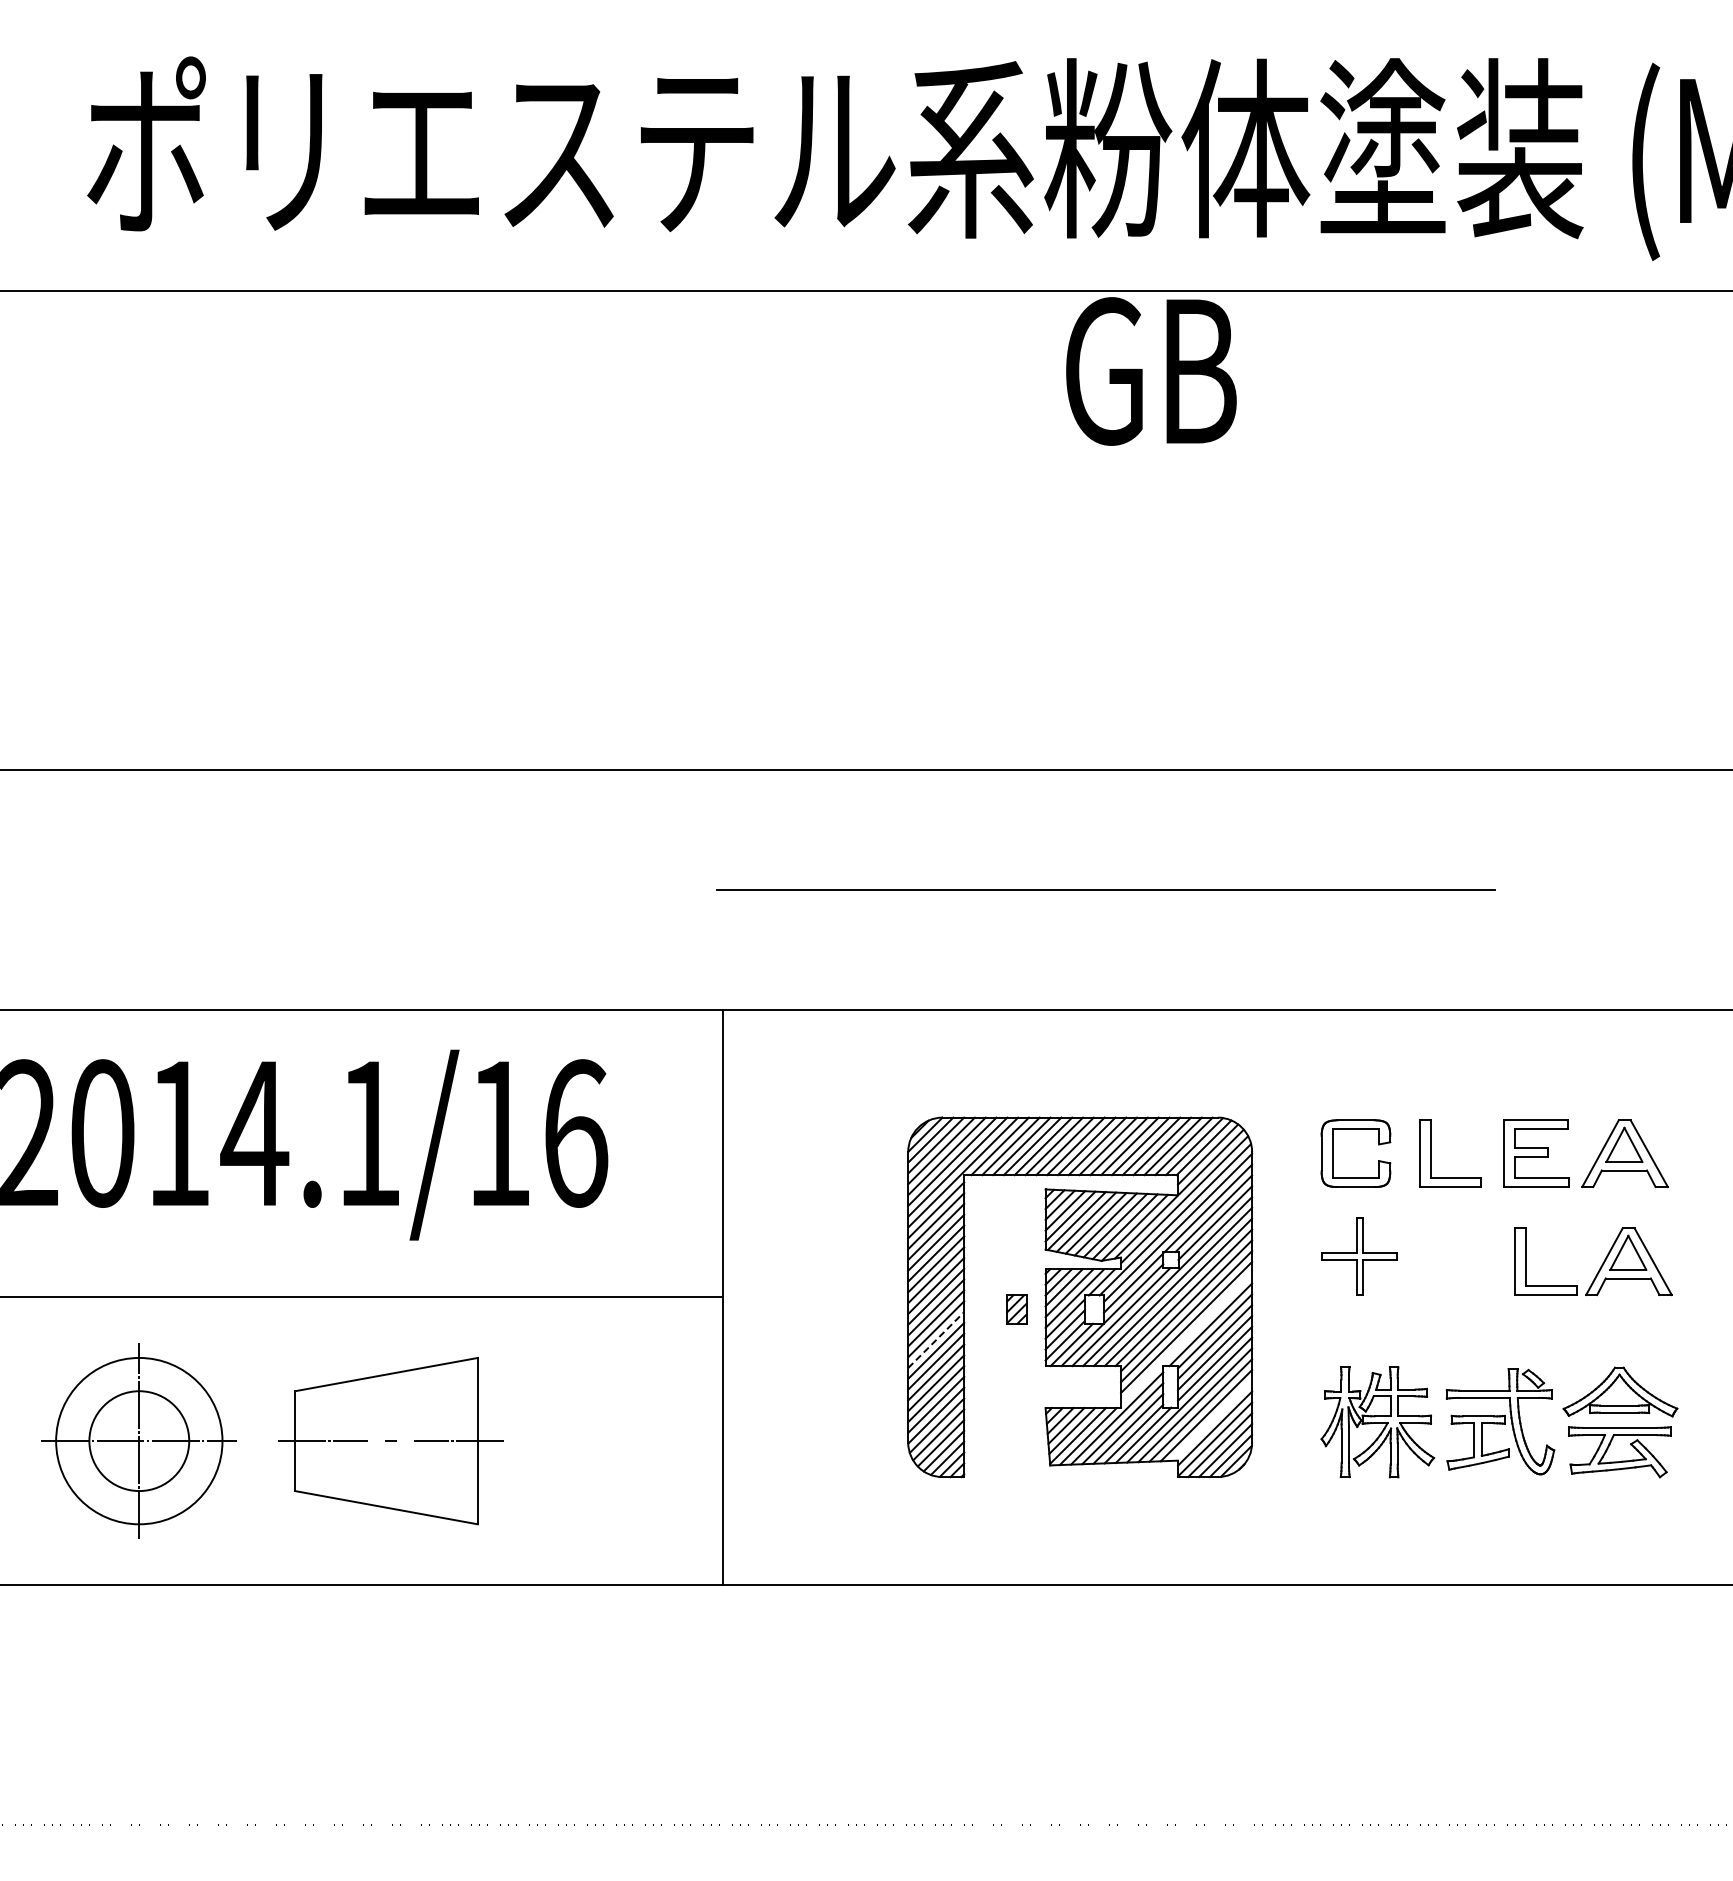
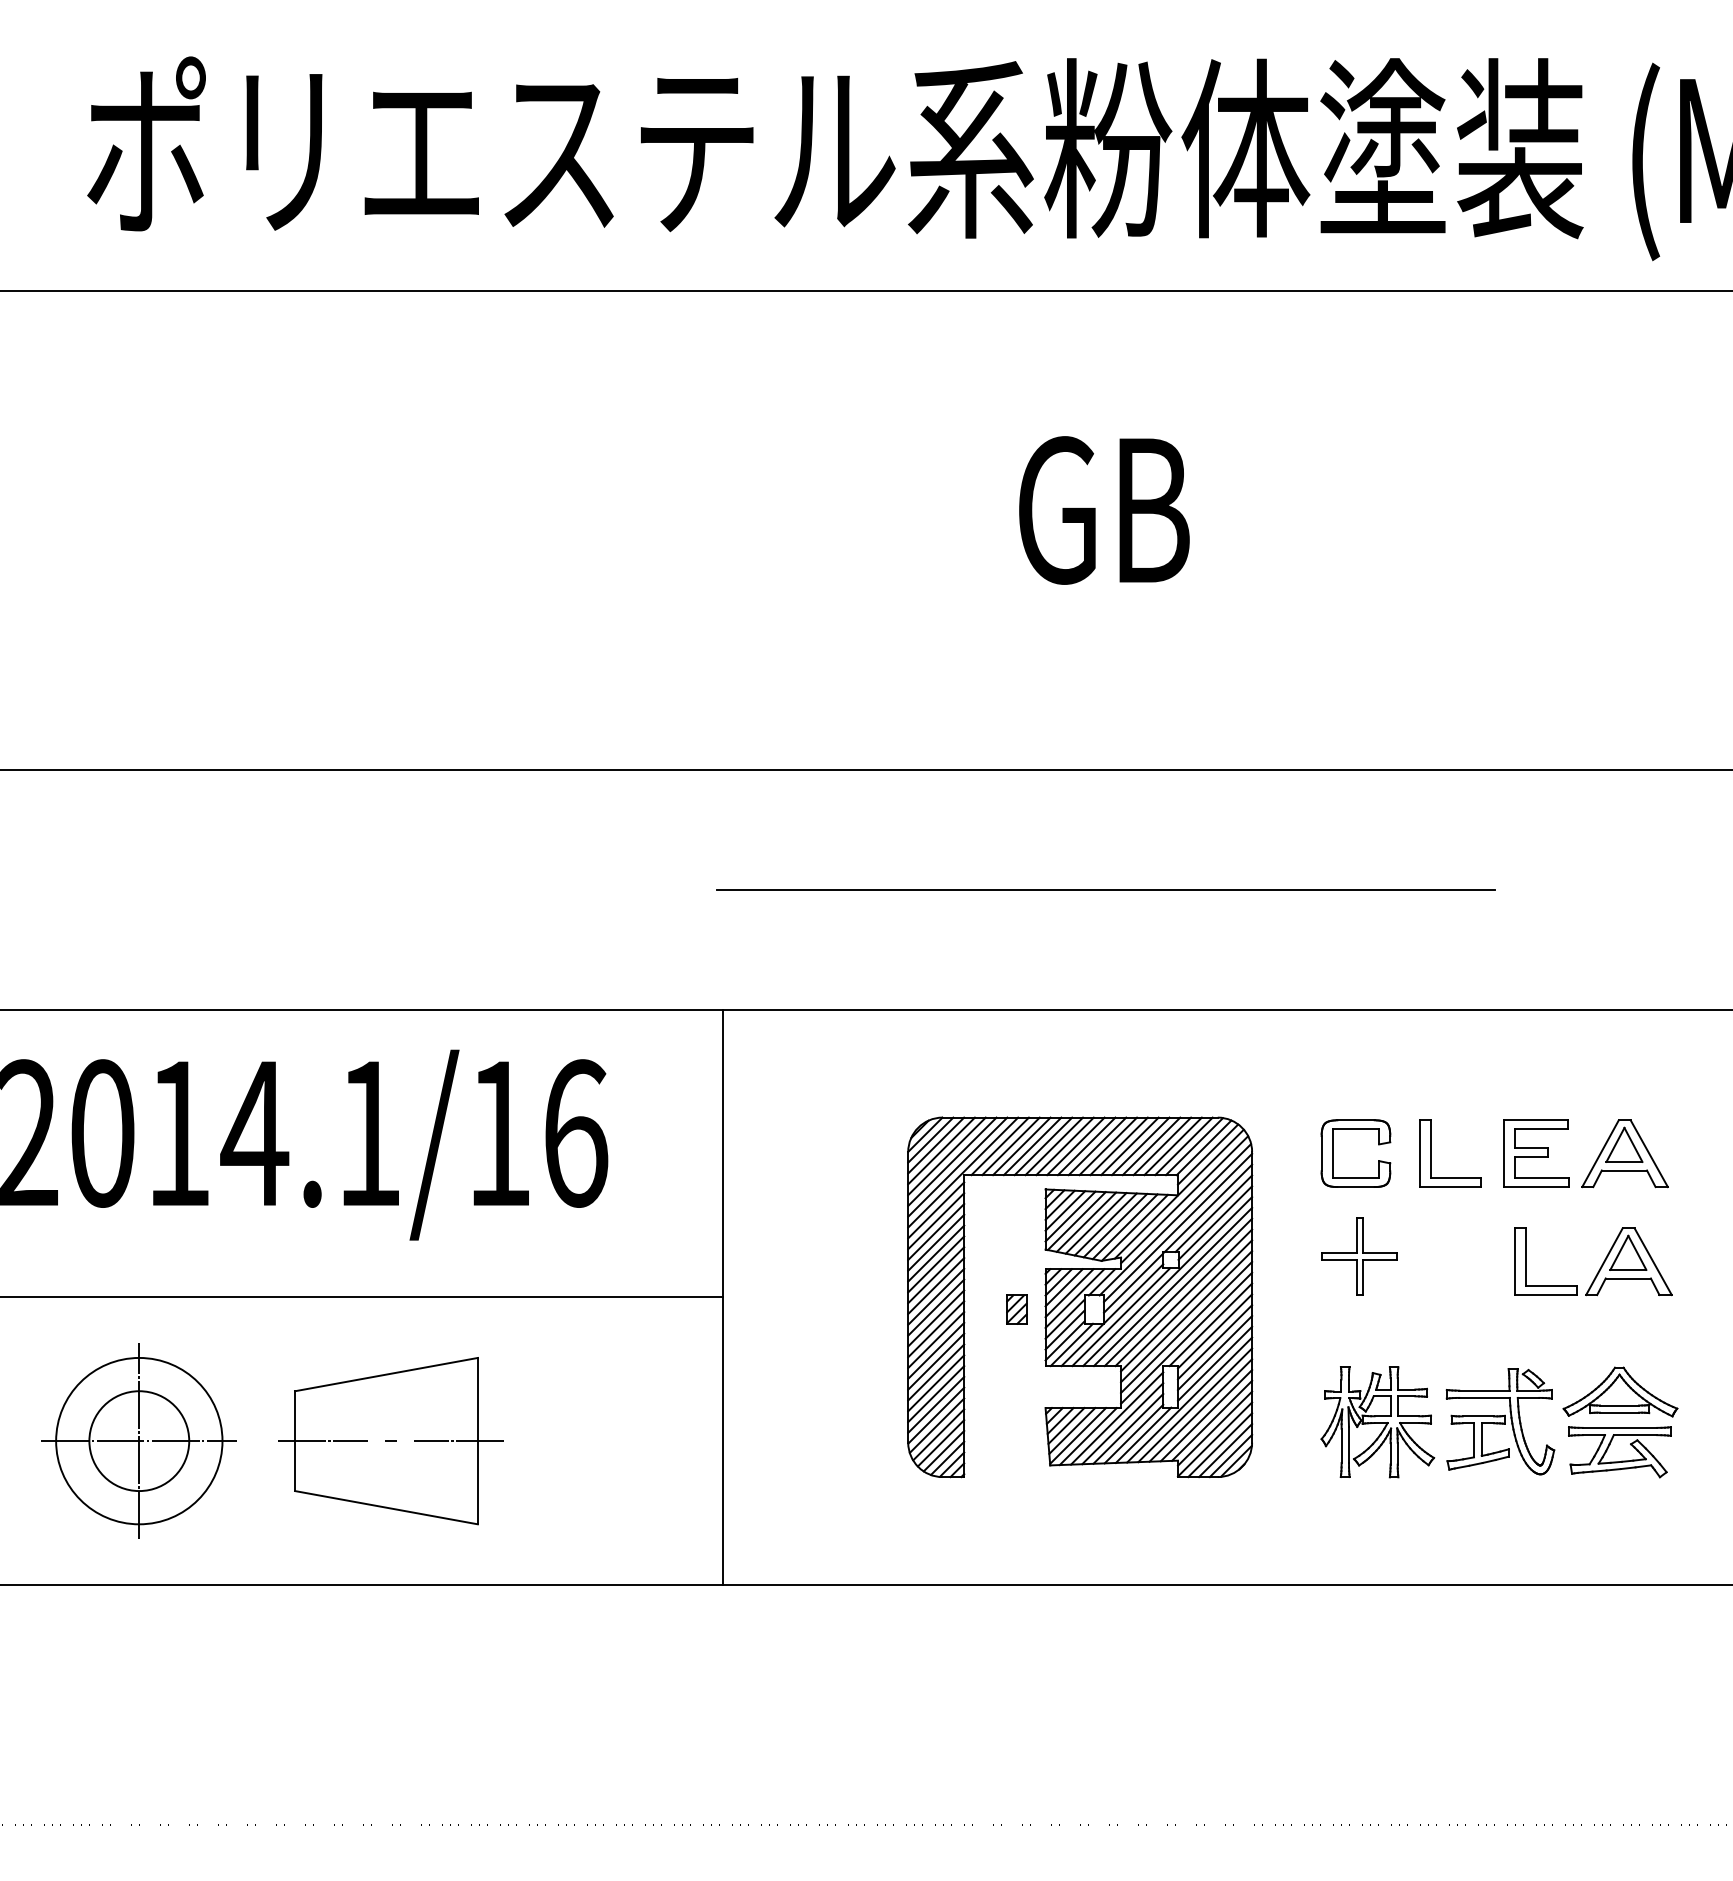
text at (1151, 371) position: (1151, 371) -> (1104, 510)
line at (1186, 1337): none -> present
line at (936, 1340): dashed -> solid
line at (1212, 1420): none -> present
